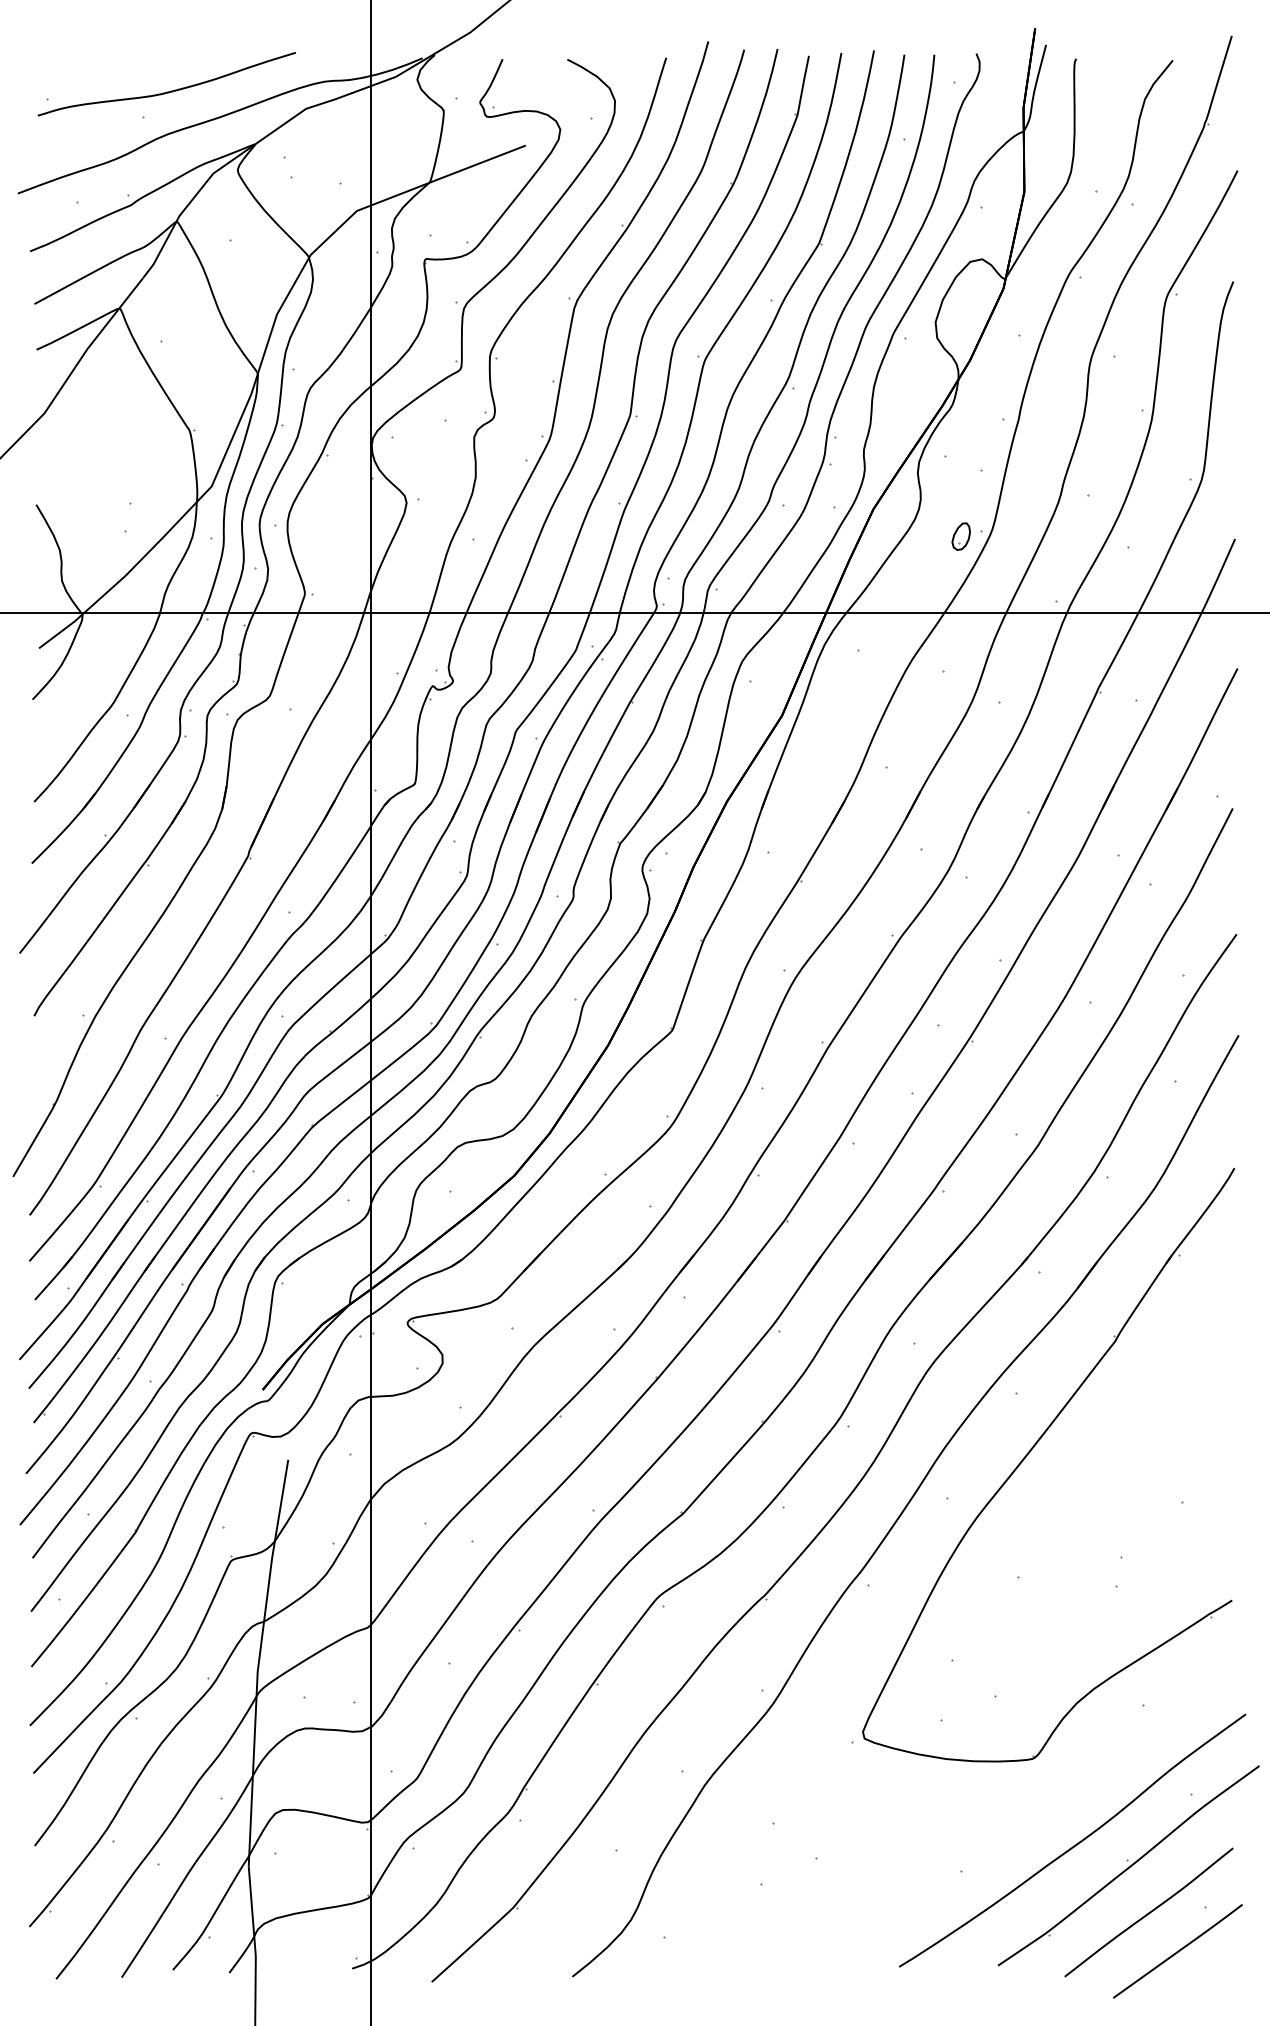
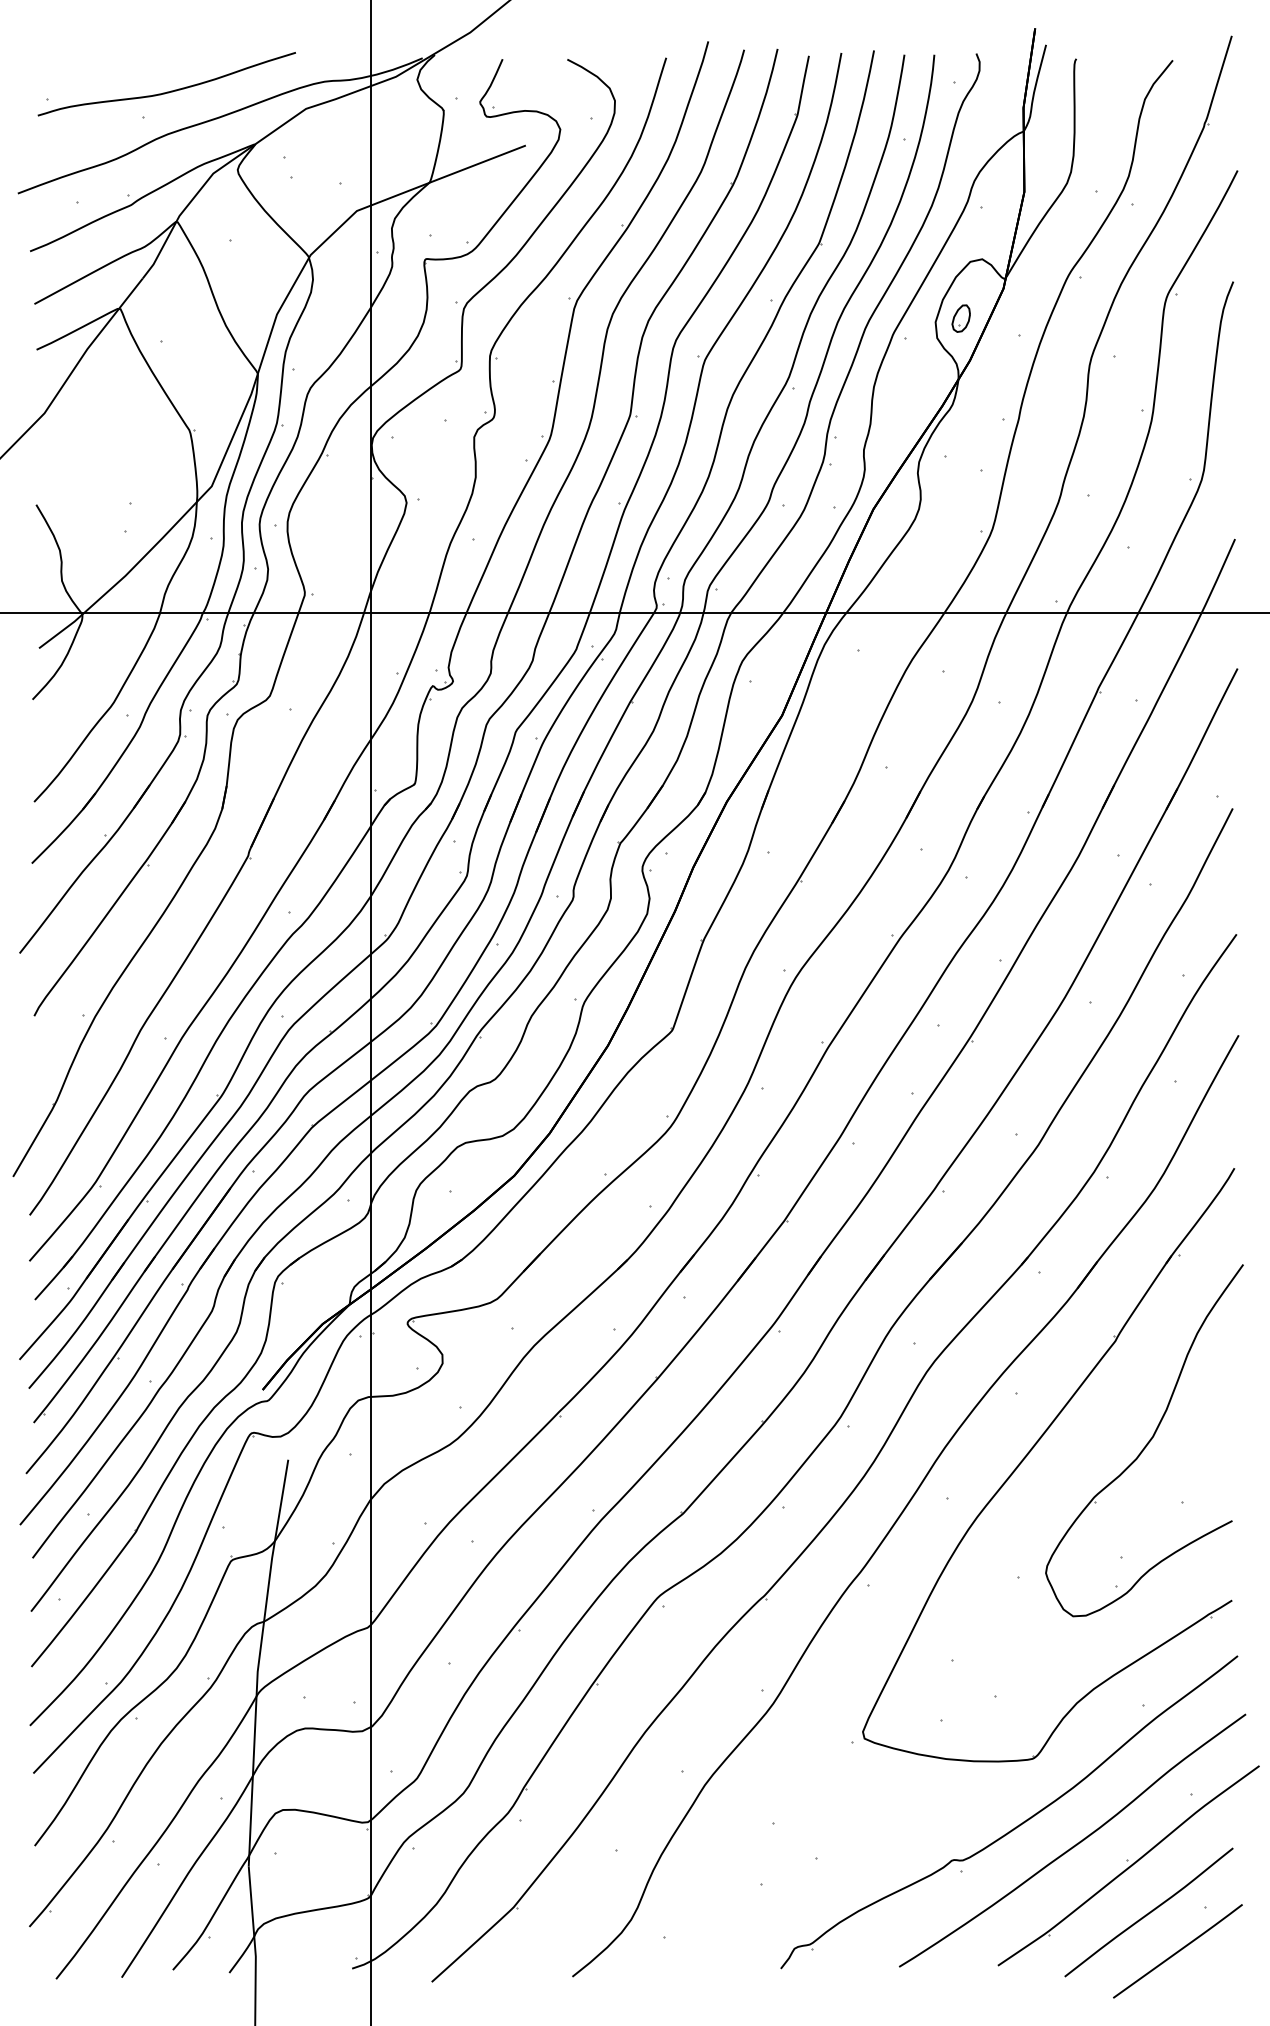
part at (960, 536) position: (960, 536) -> (960, 318)
part at (1144, 1440): none -> present
part at (1017, 1825): none -> present
